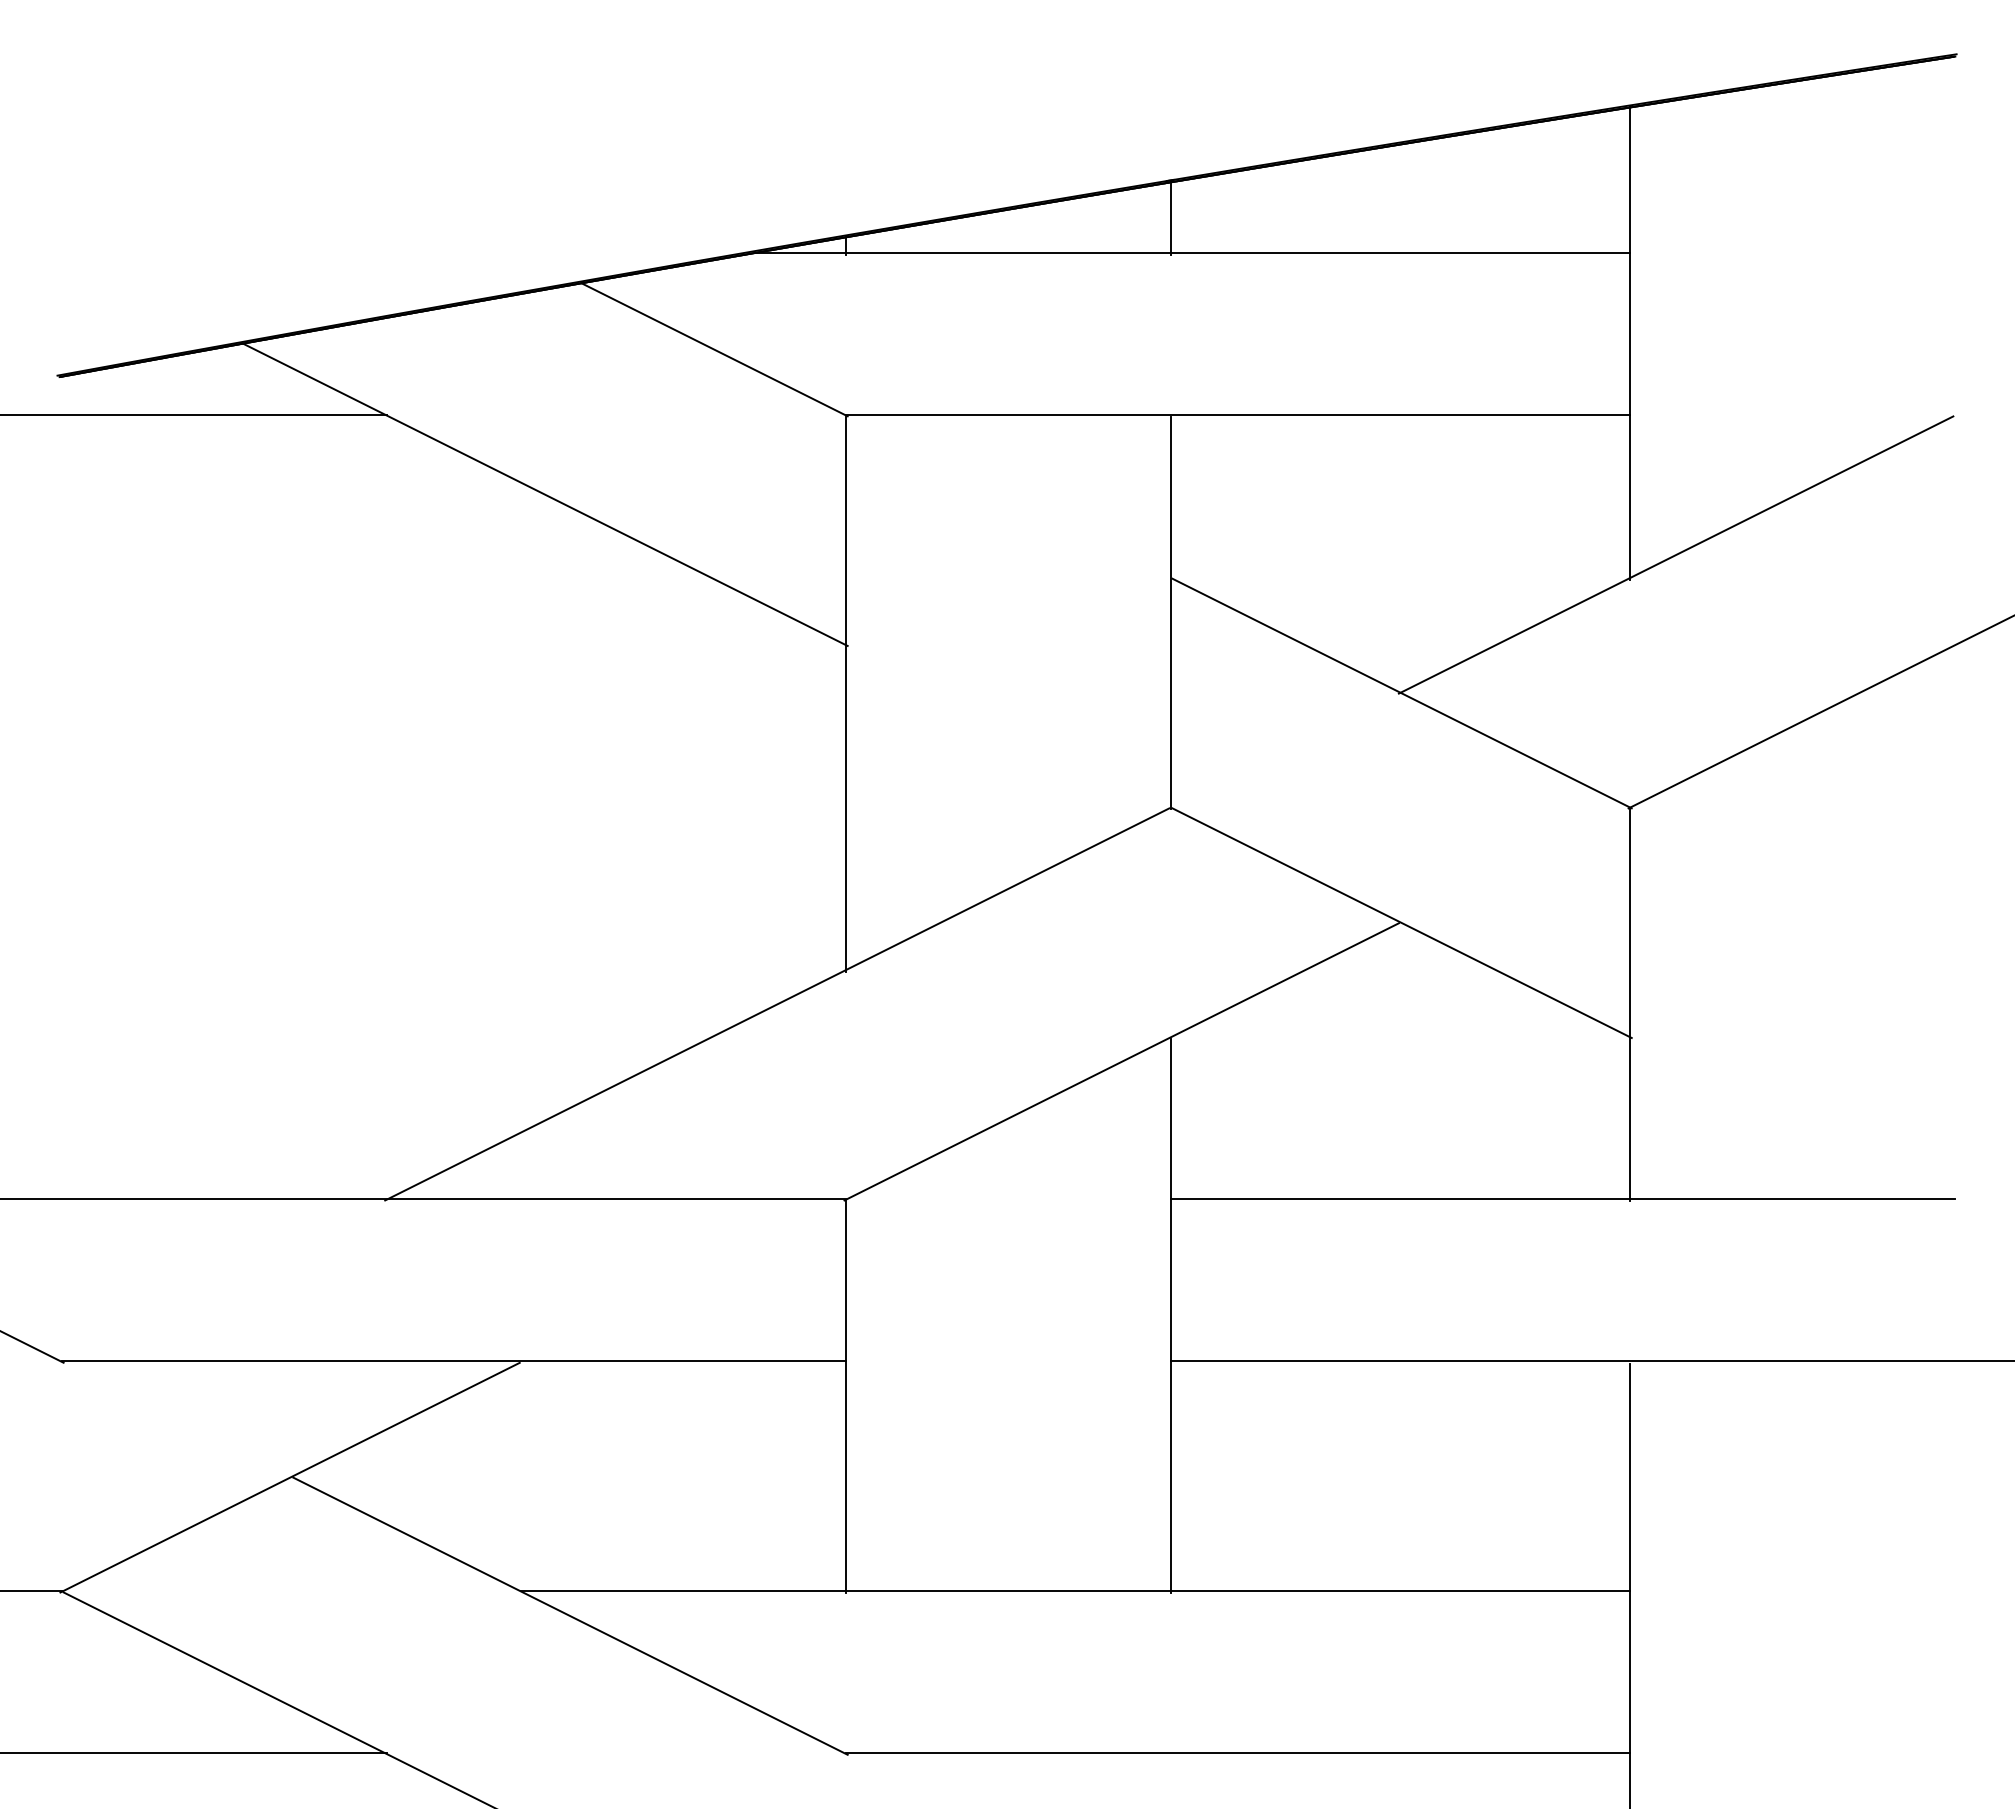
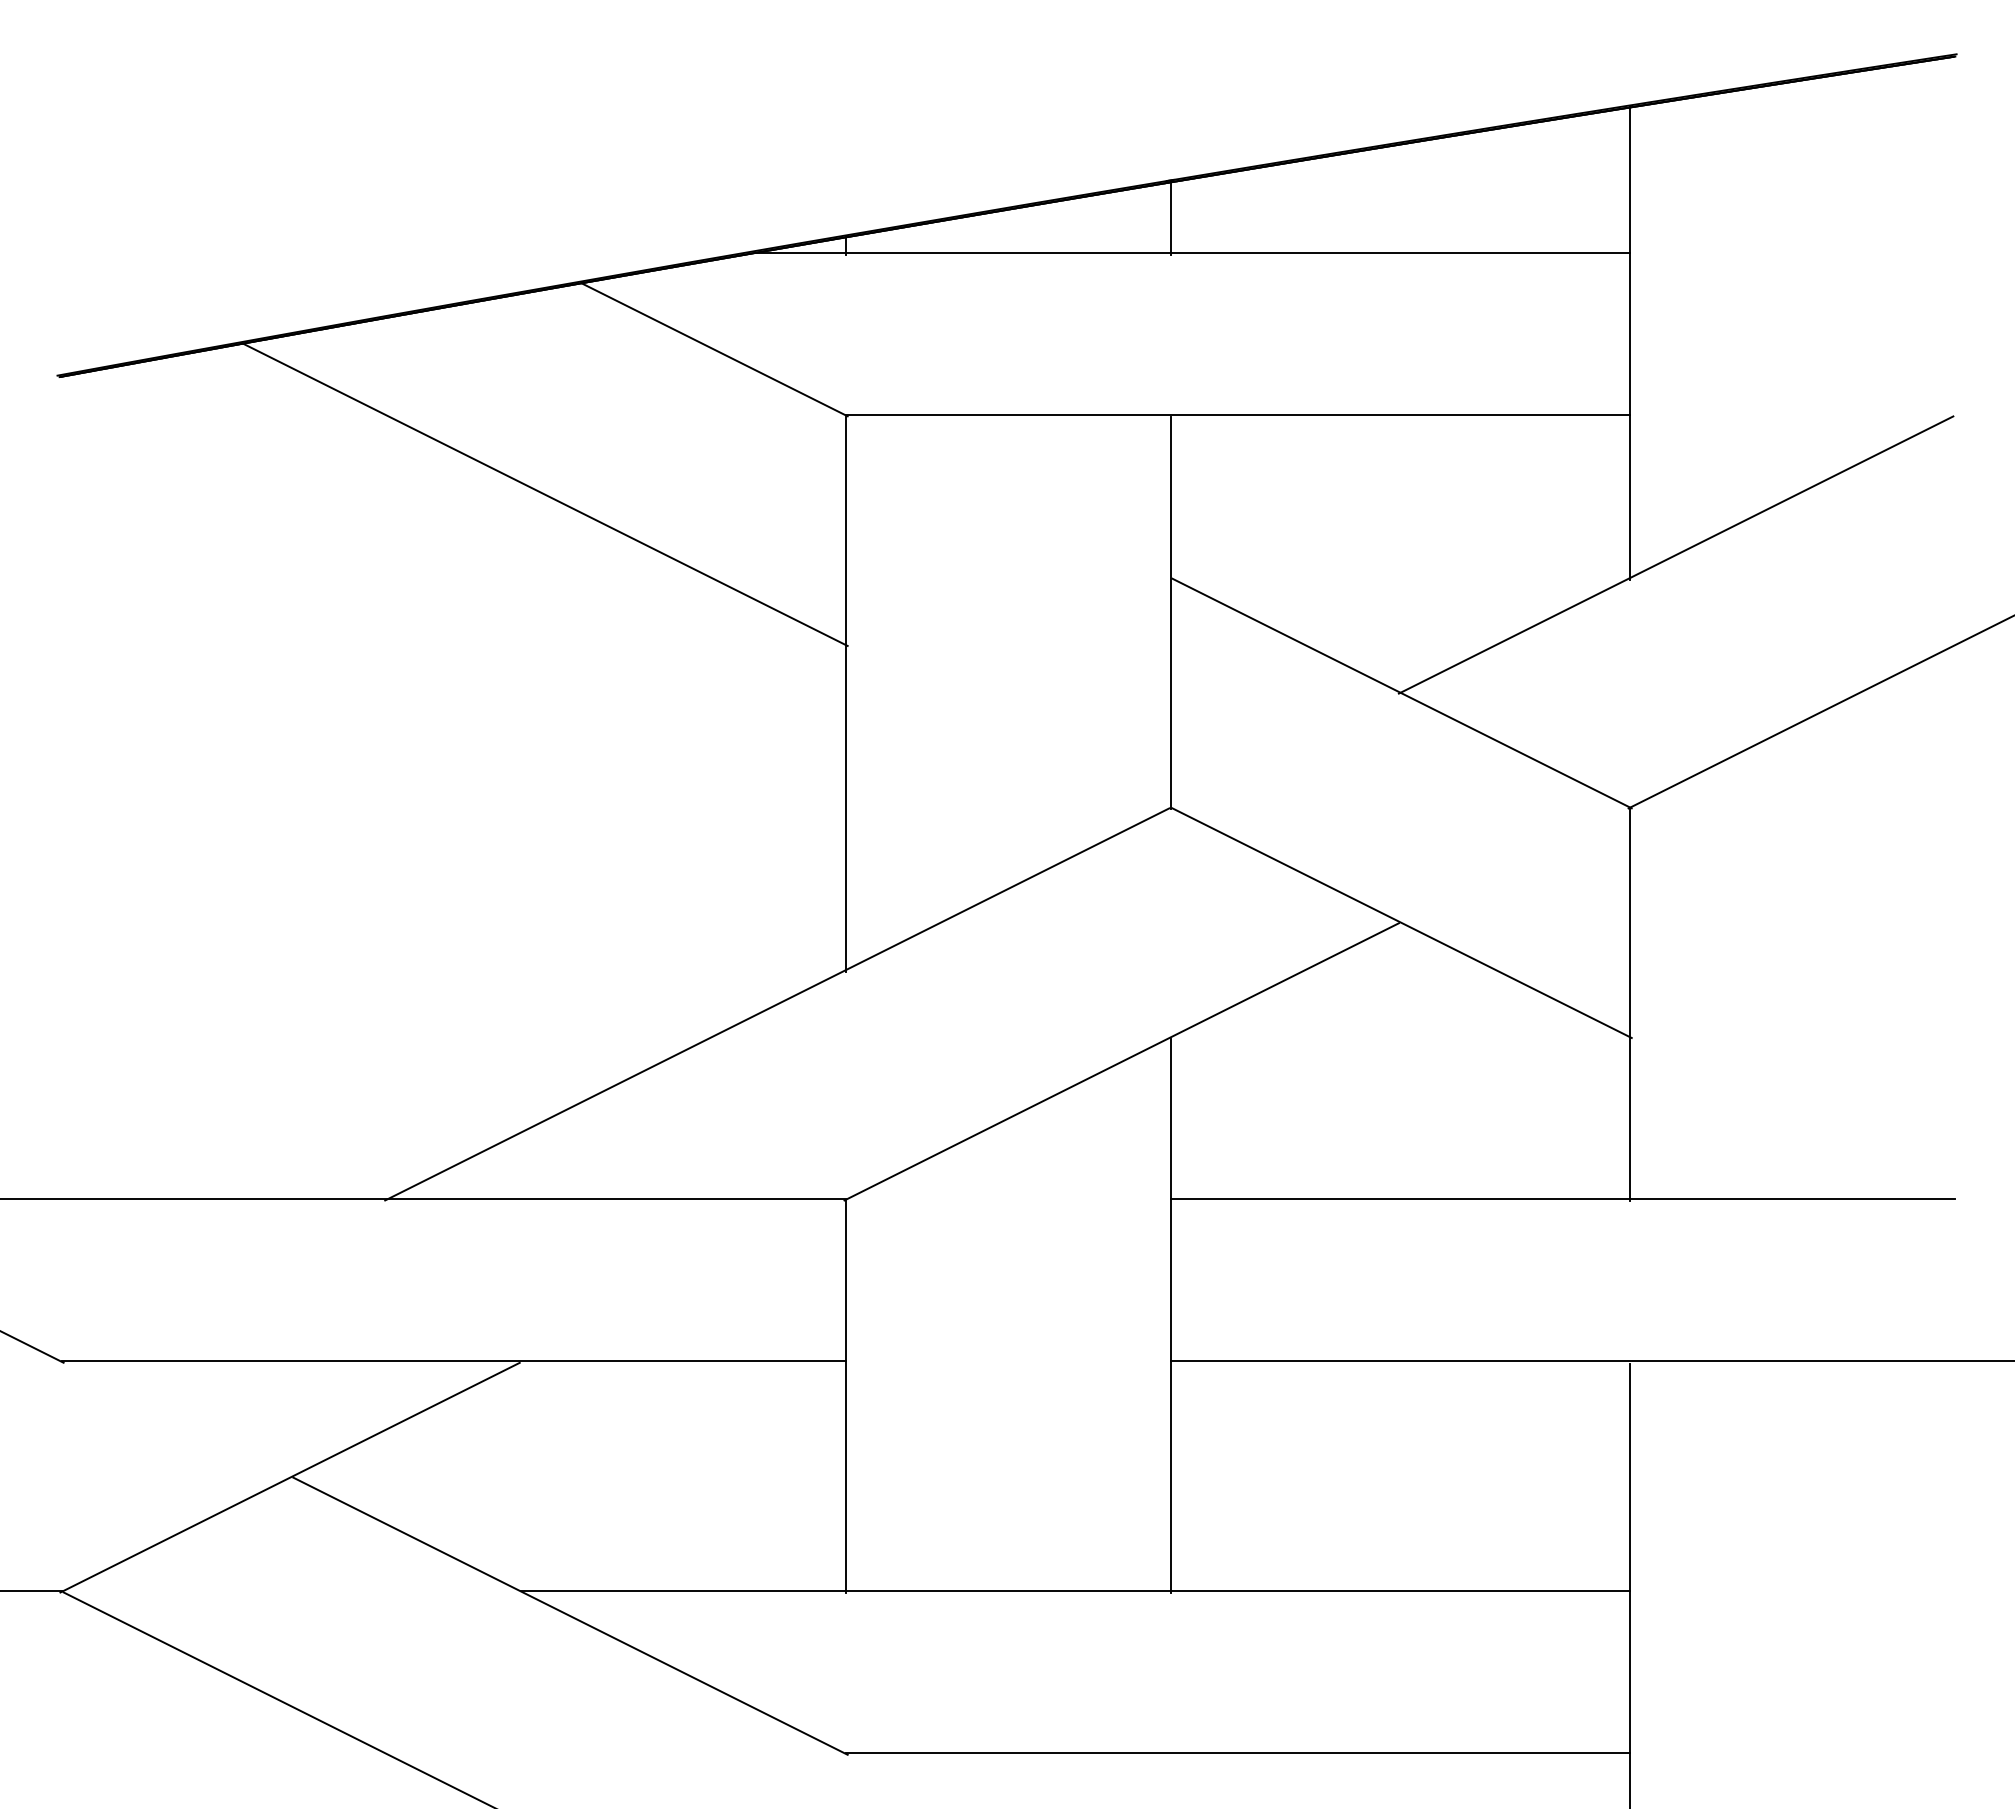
line at (194, 414): present -> none
line at (194, 1753): present -> none
